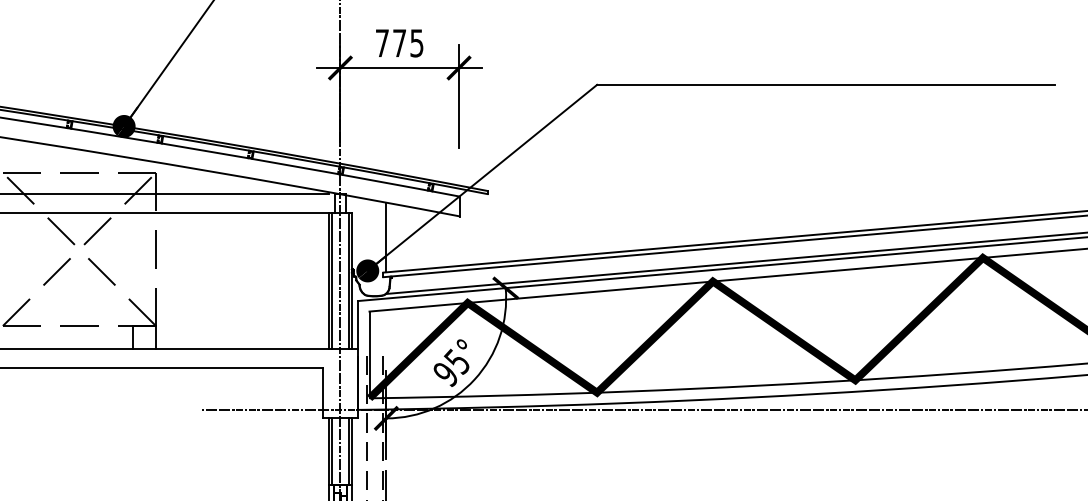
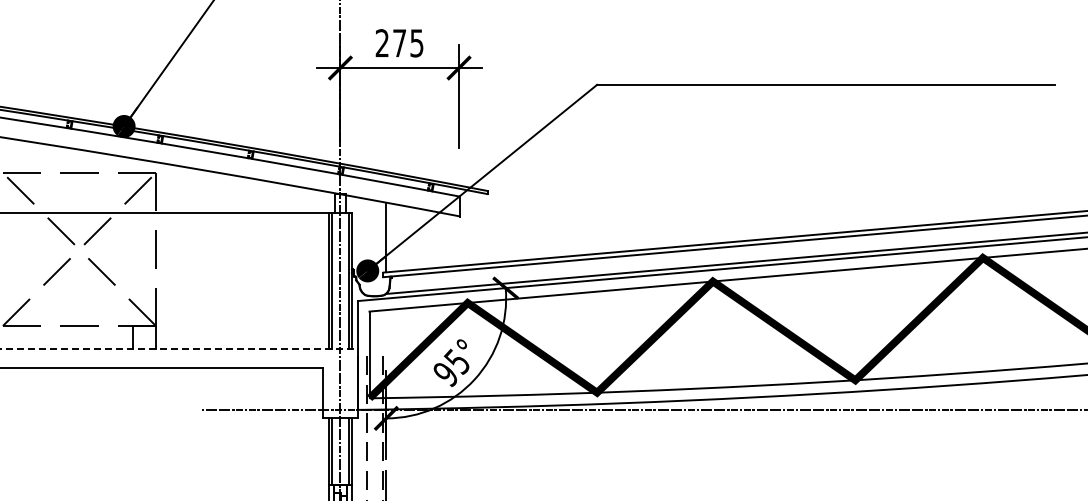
text at (381, 42): 775 -> 275
line at (165, 194): present -> none
line at (179, 348): solid -> dashed
